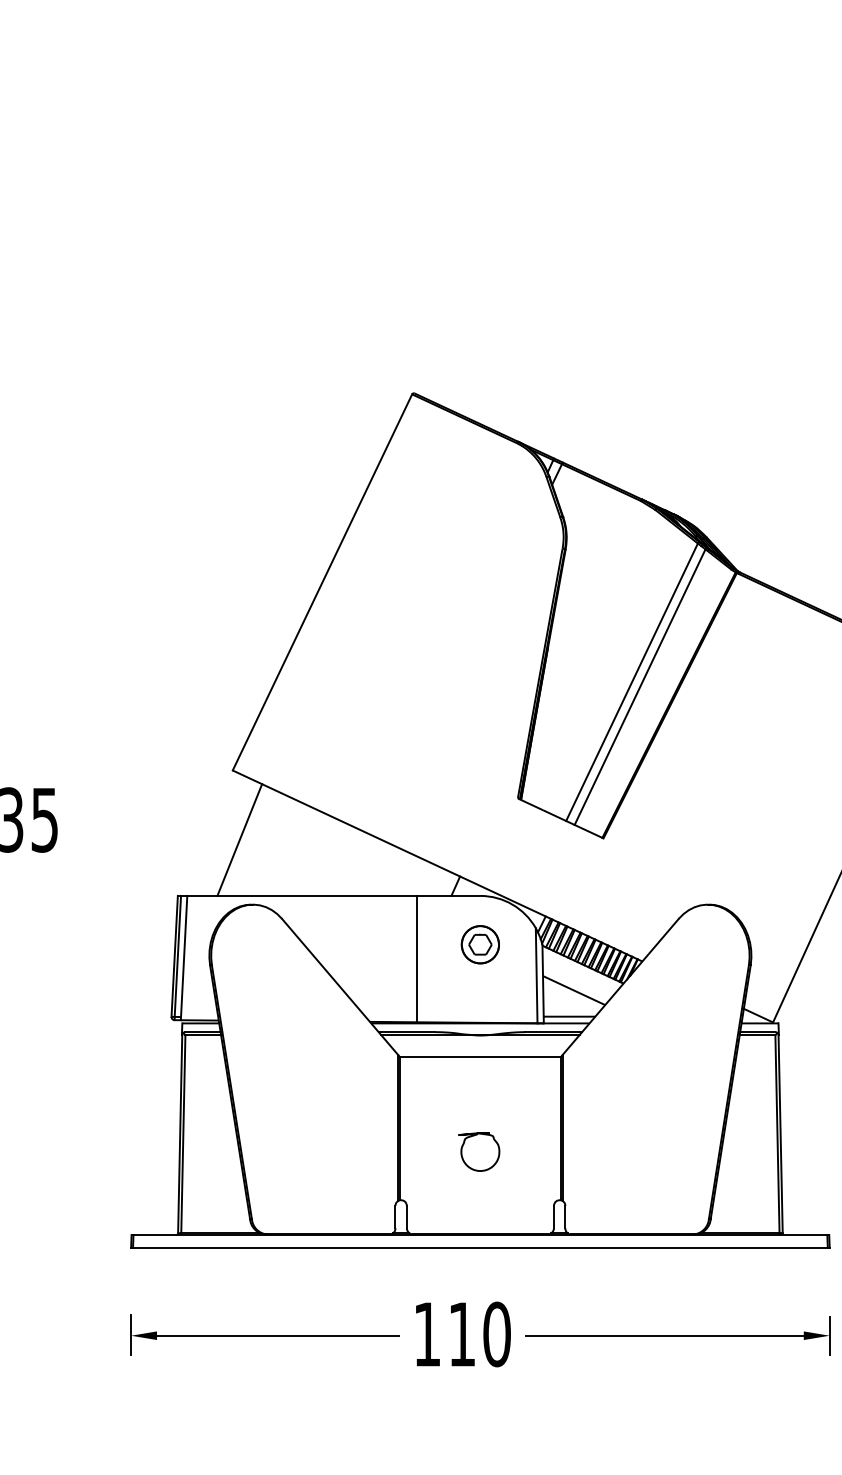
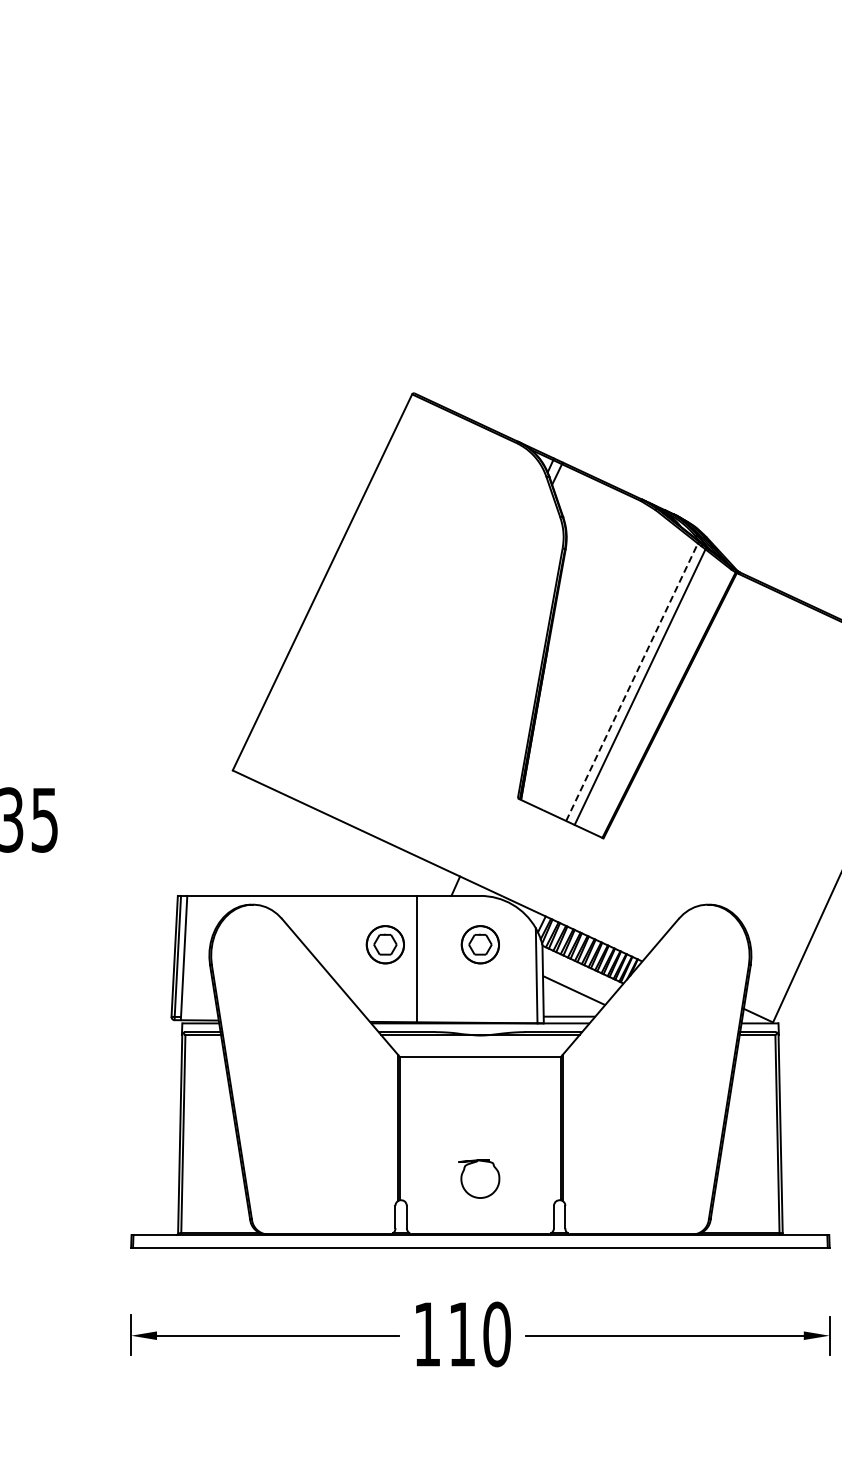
line at (632, 682): solid -> dashed
line at (239, 839): present -> none
part at (384, 944): none -> present
part at (479, 1151) position: (479, 1151) -> (479, 1178)
